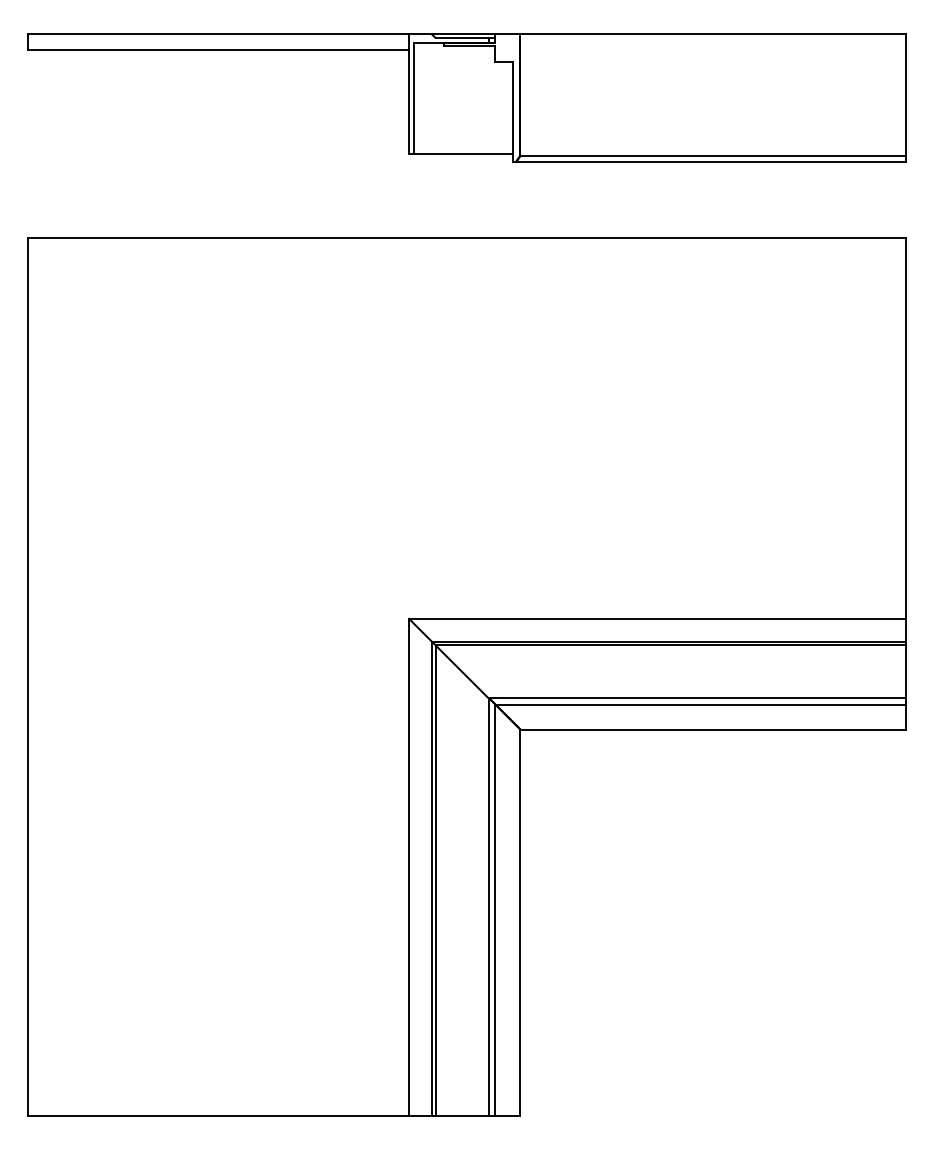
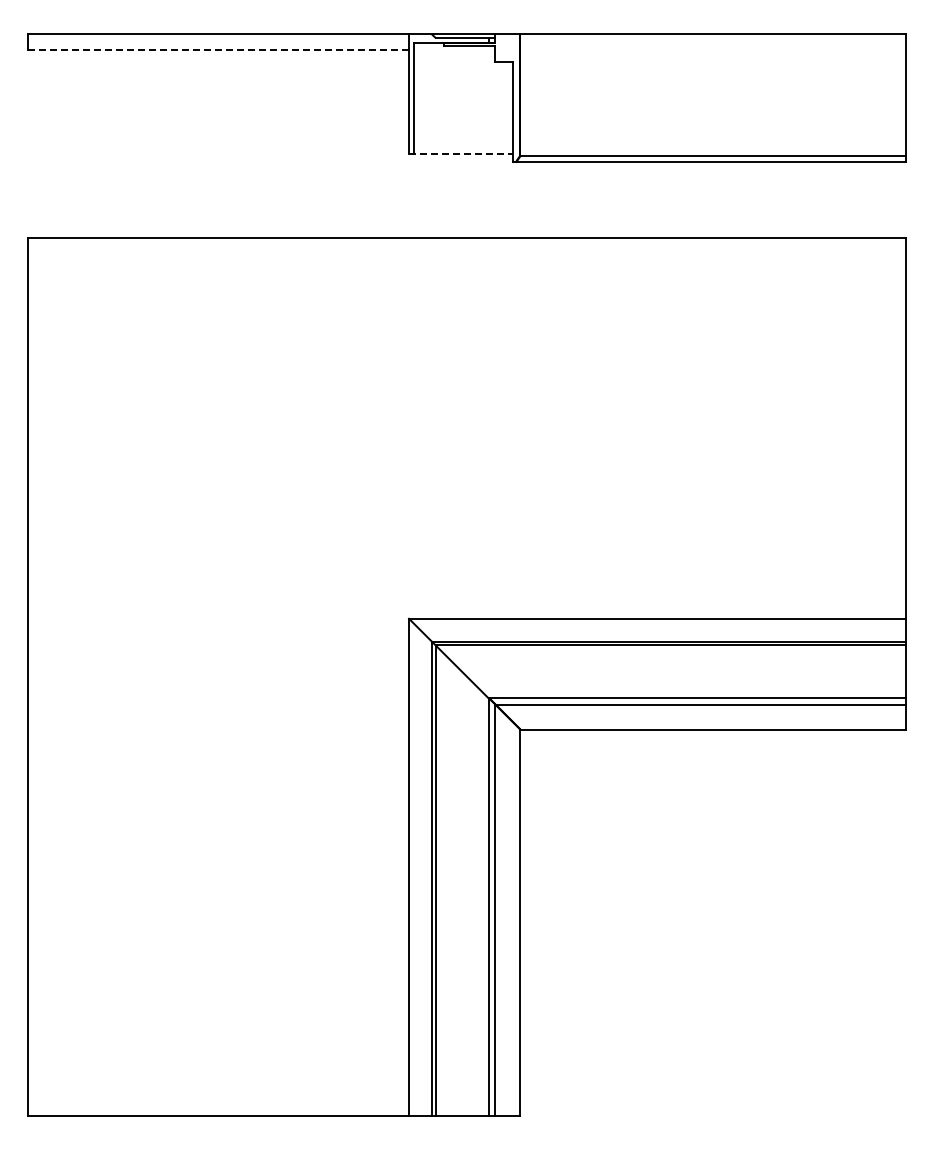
line at (219, 49): solid -> dashed
line at (461, 154): solid -> dashed
